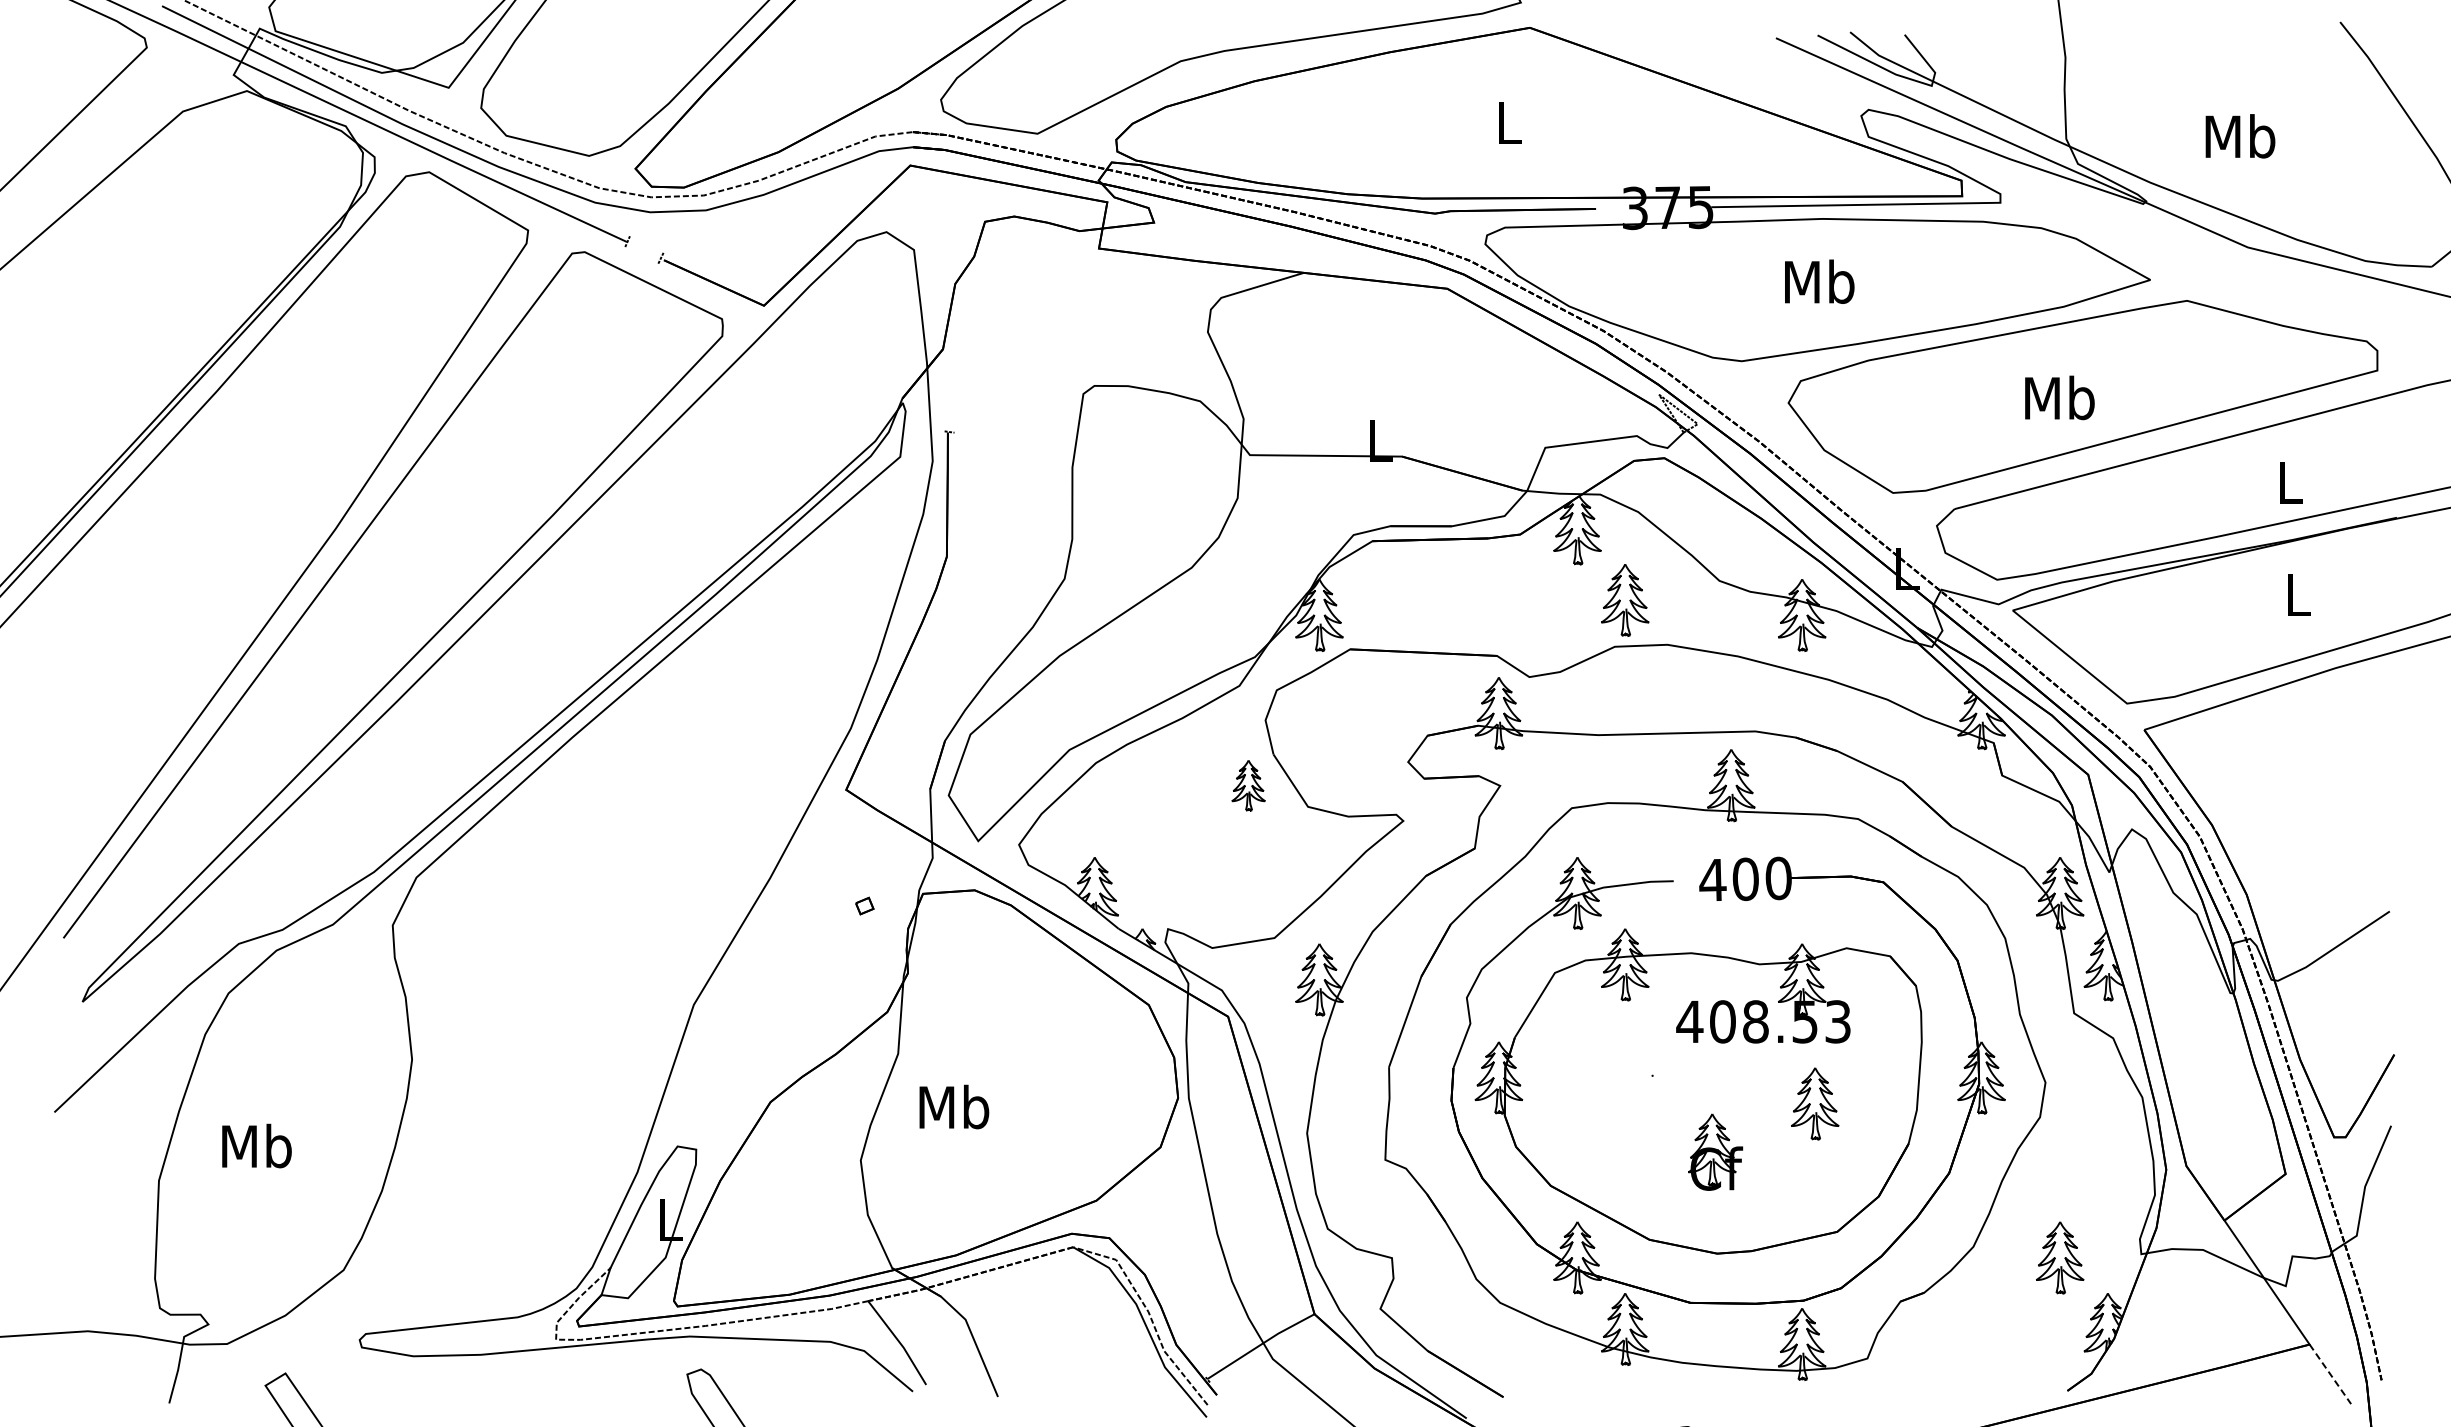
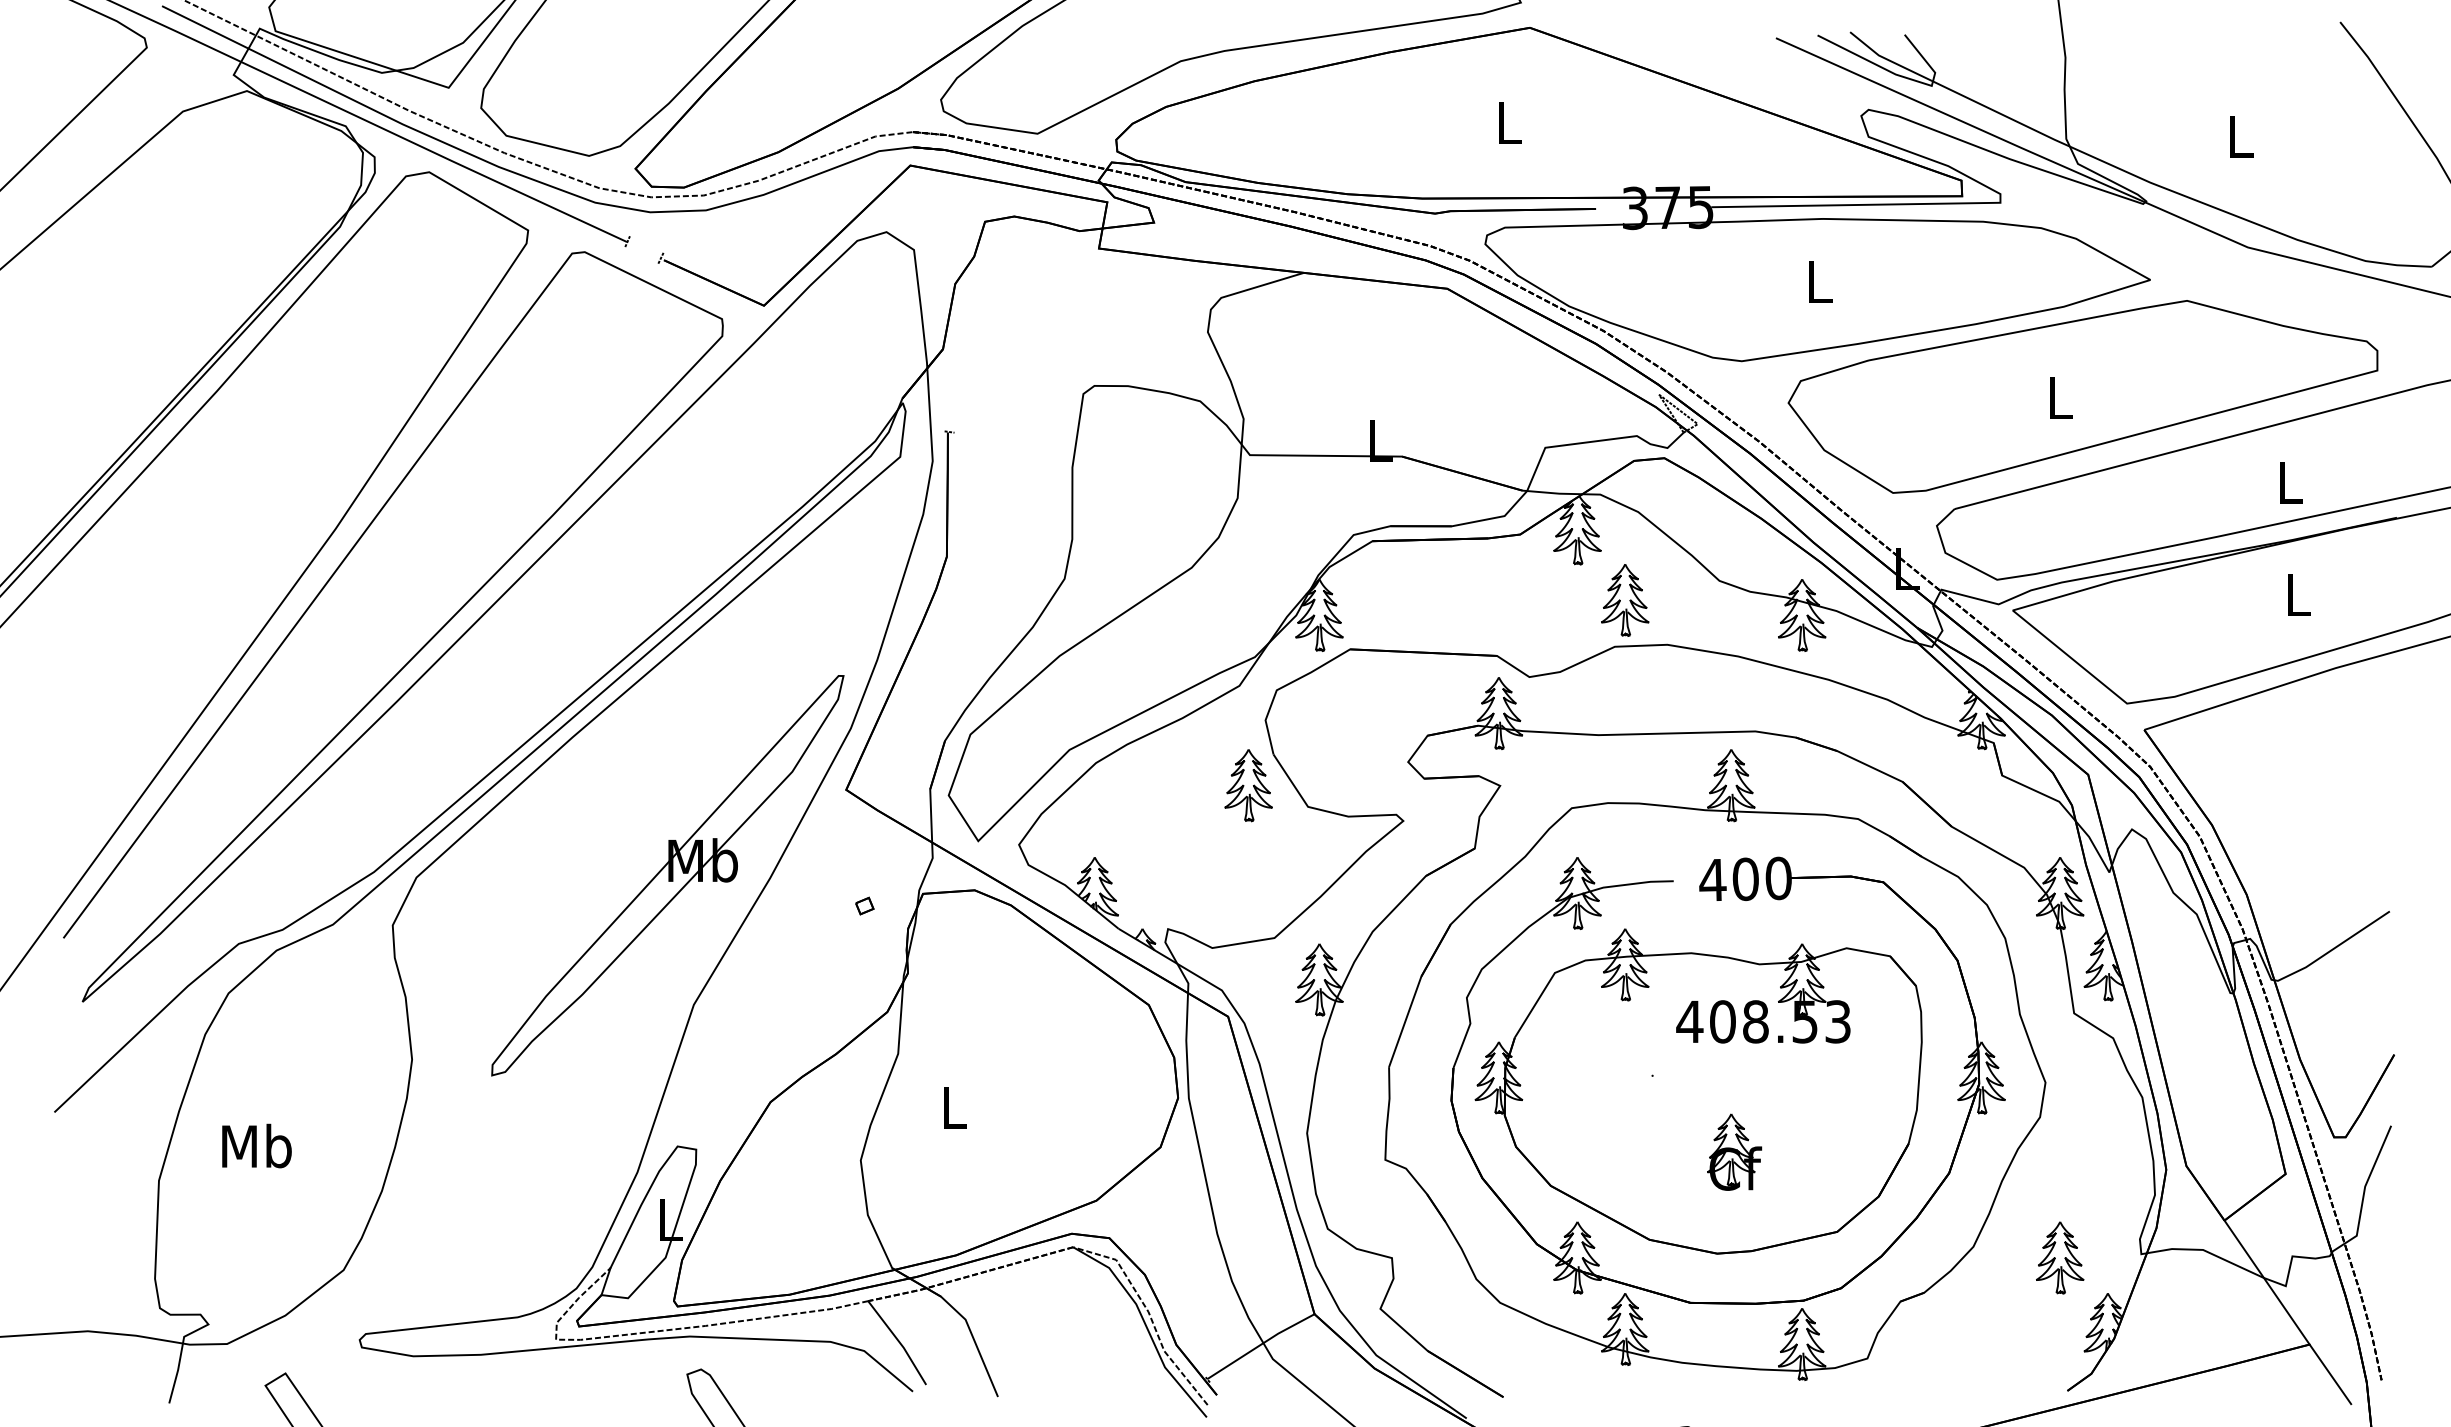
text at (2240, 136): Mb -> L
text at (1819, 281): Mb -> L
text at (2059, 397): Mb -> L
part at (1248, 785) size: 35x52 px -> 49x74 px
part at (667, 875): none -> present
part at (1815, 1103): present -> none
text at (954, 1106): Mb -> L
part at (1715, 1151) position: (1715, 1151) -> (1734, 1151)
line at (2330, 1374): dashed -> solid
